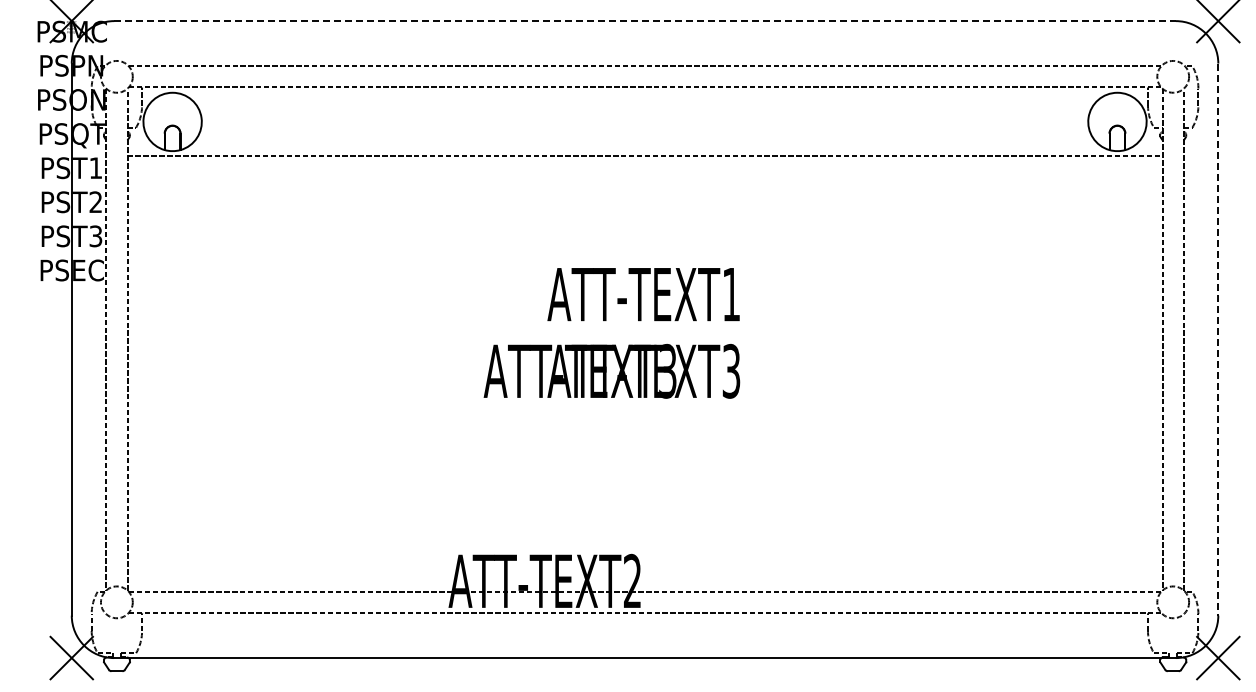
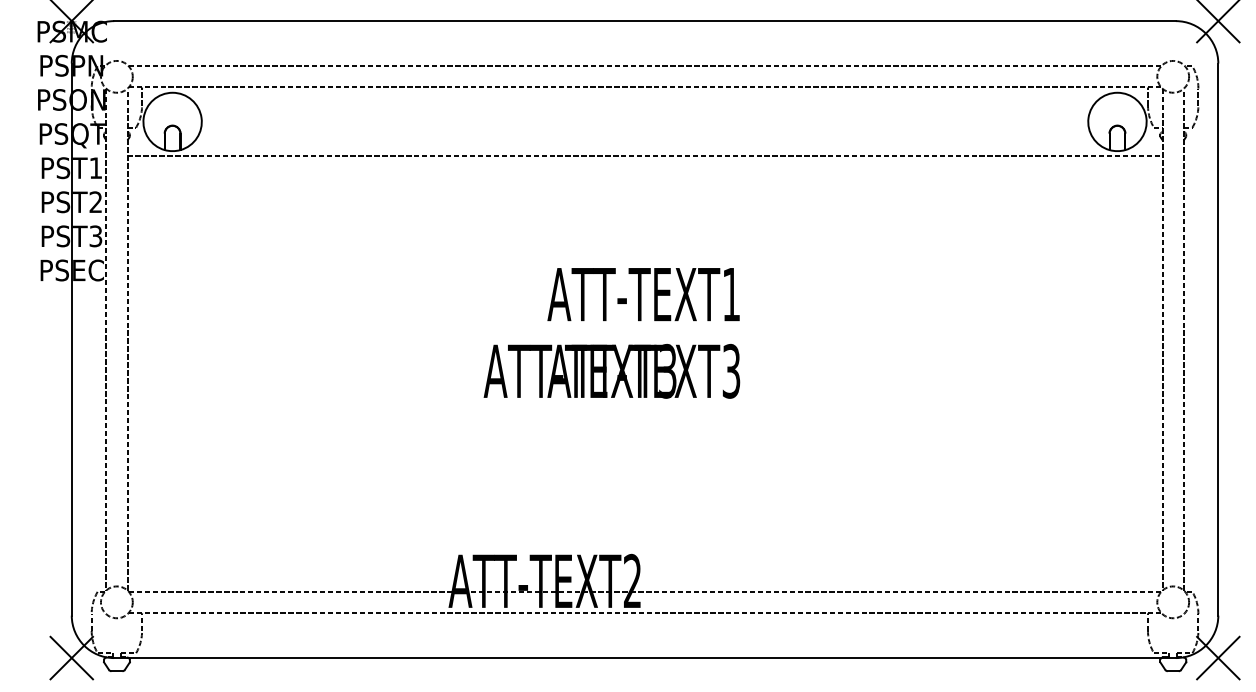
line at (645, 21): dashed -> solid
line at (1218, 340): dashed -> solid
